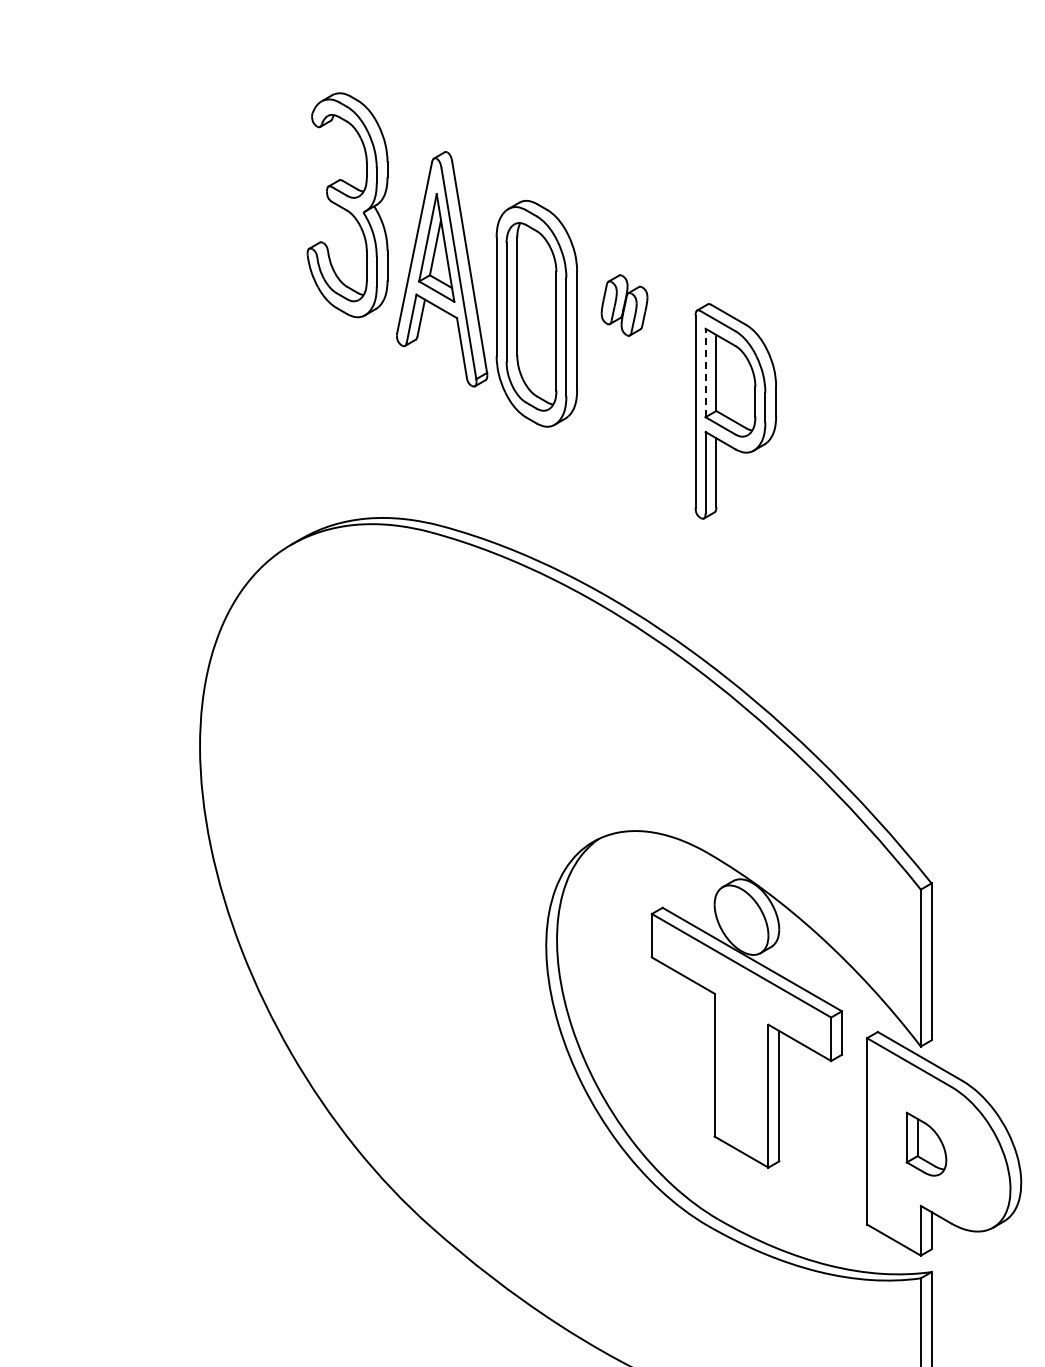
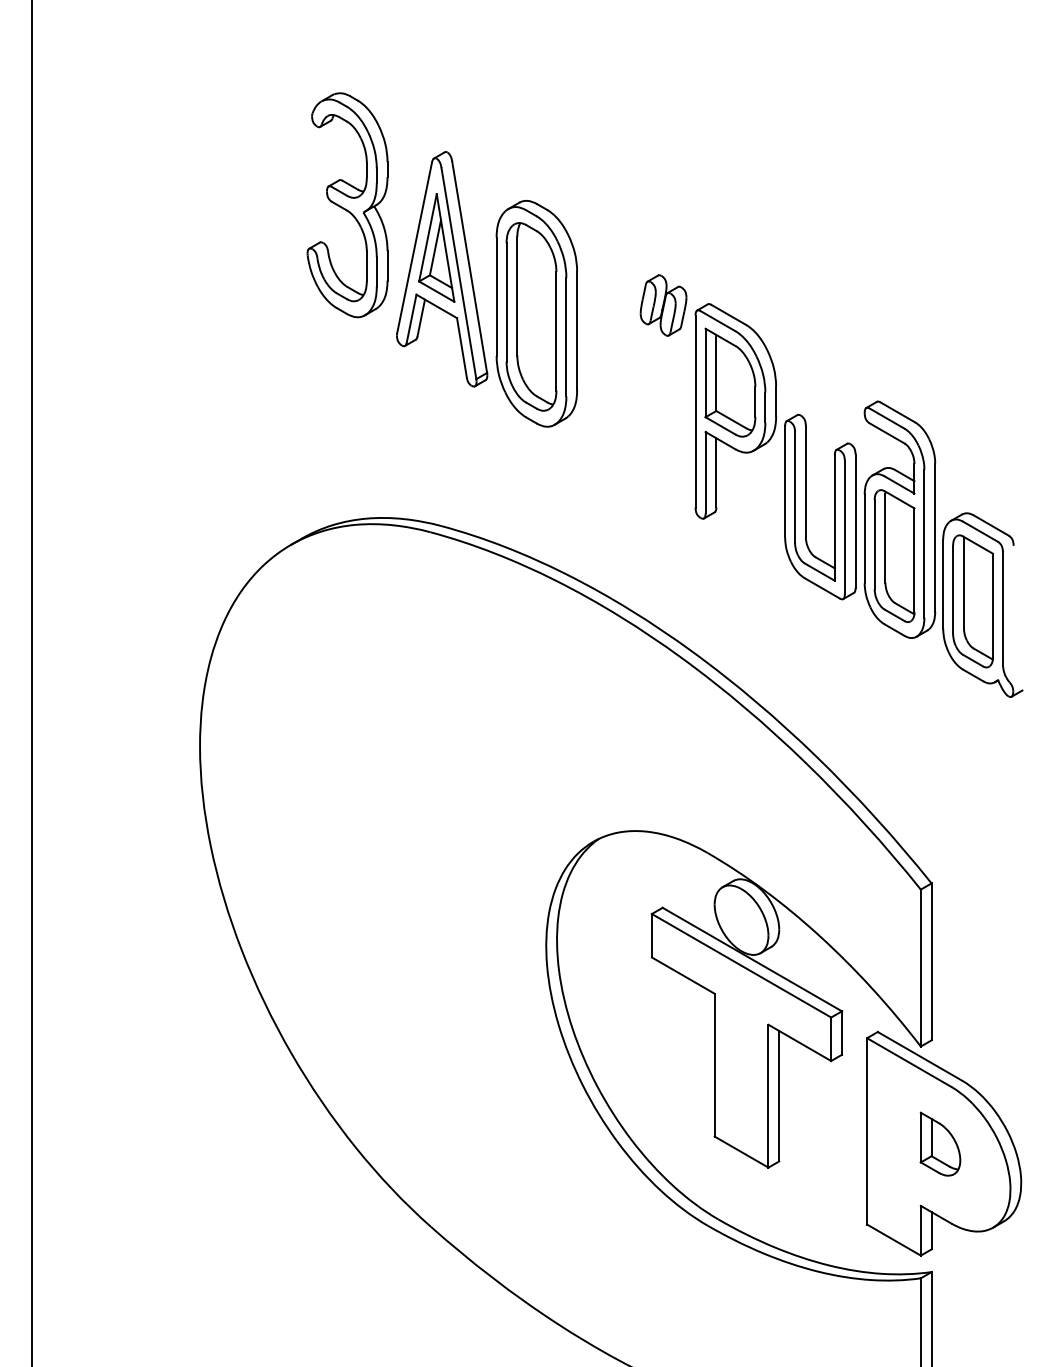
part at (624, 305) position: (624, 305) -> (663, 305)
line at (705, 372): dashed -> solid
part at (903, 548): none -> present
line at (31, 682): none -> present
part at (926, 1143) position: (926, 1143) -> (940, 1143)
